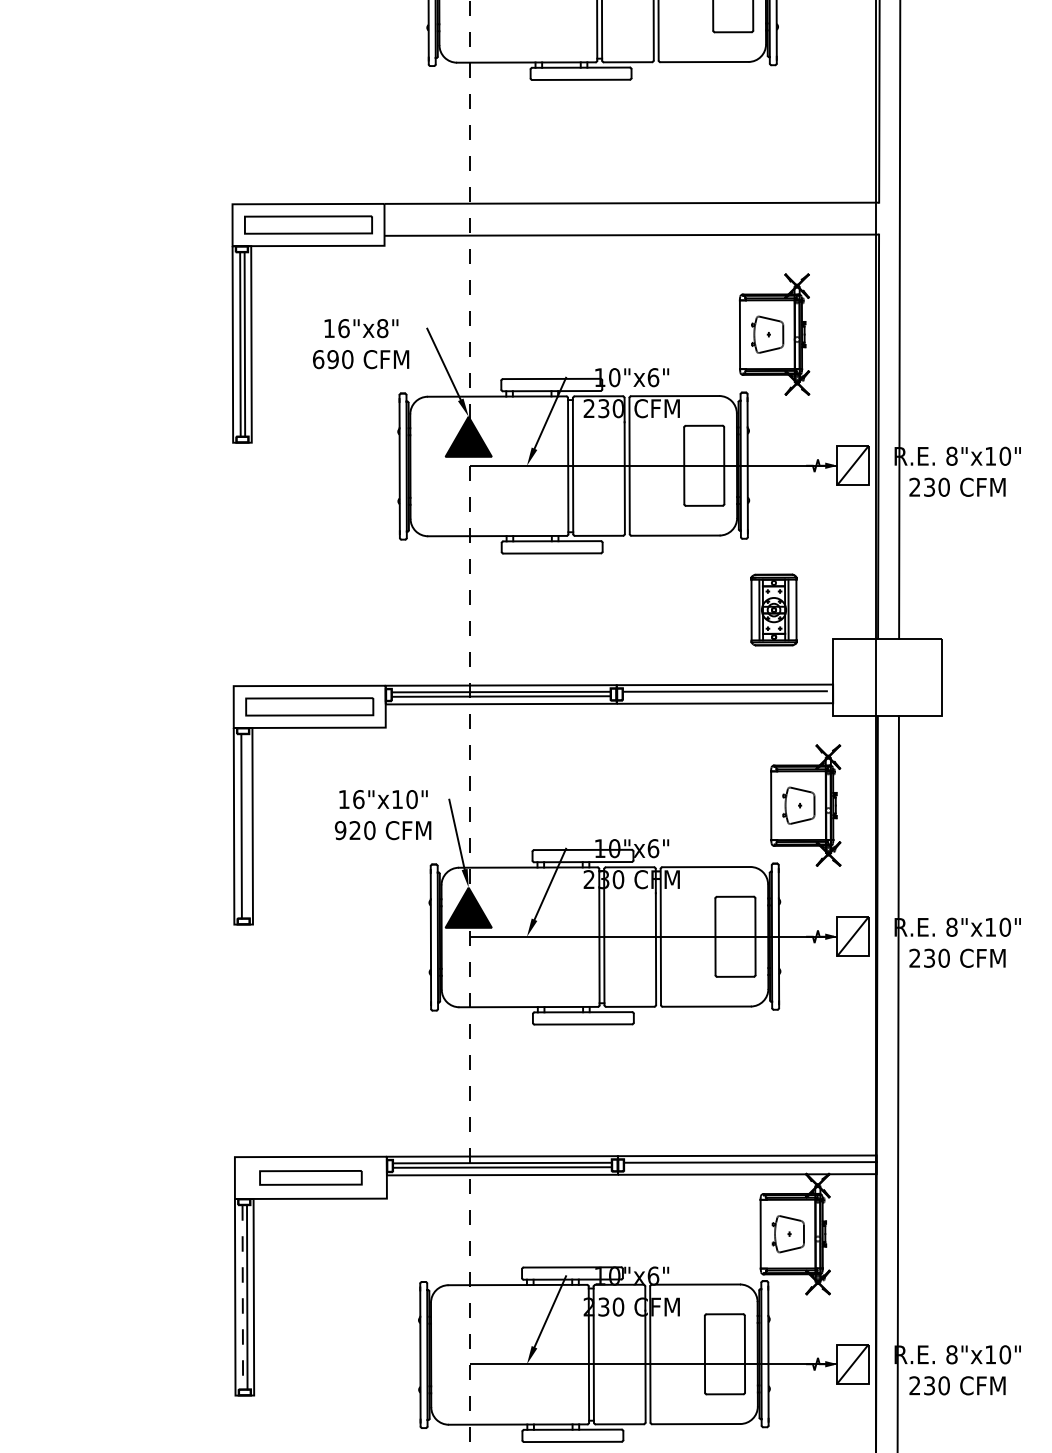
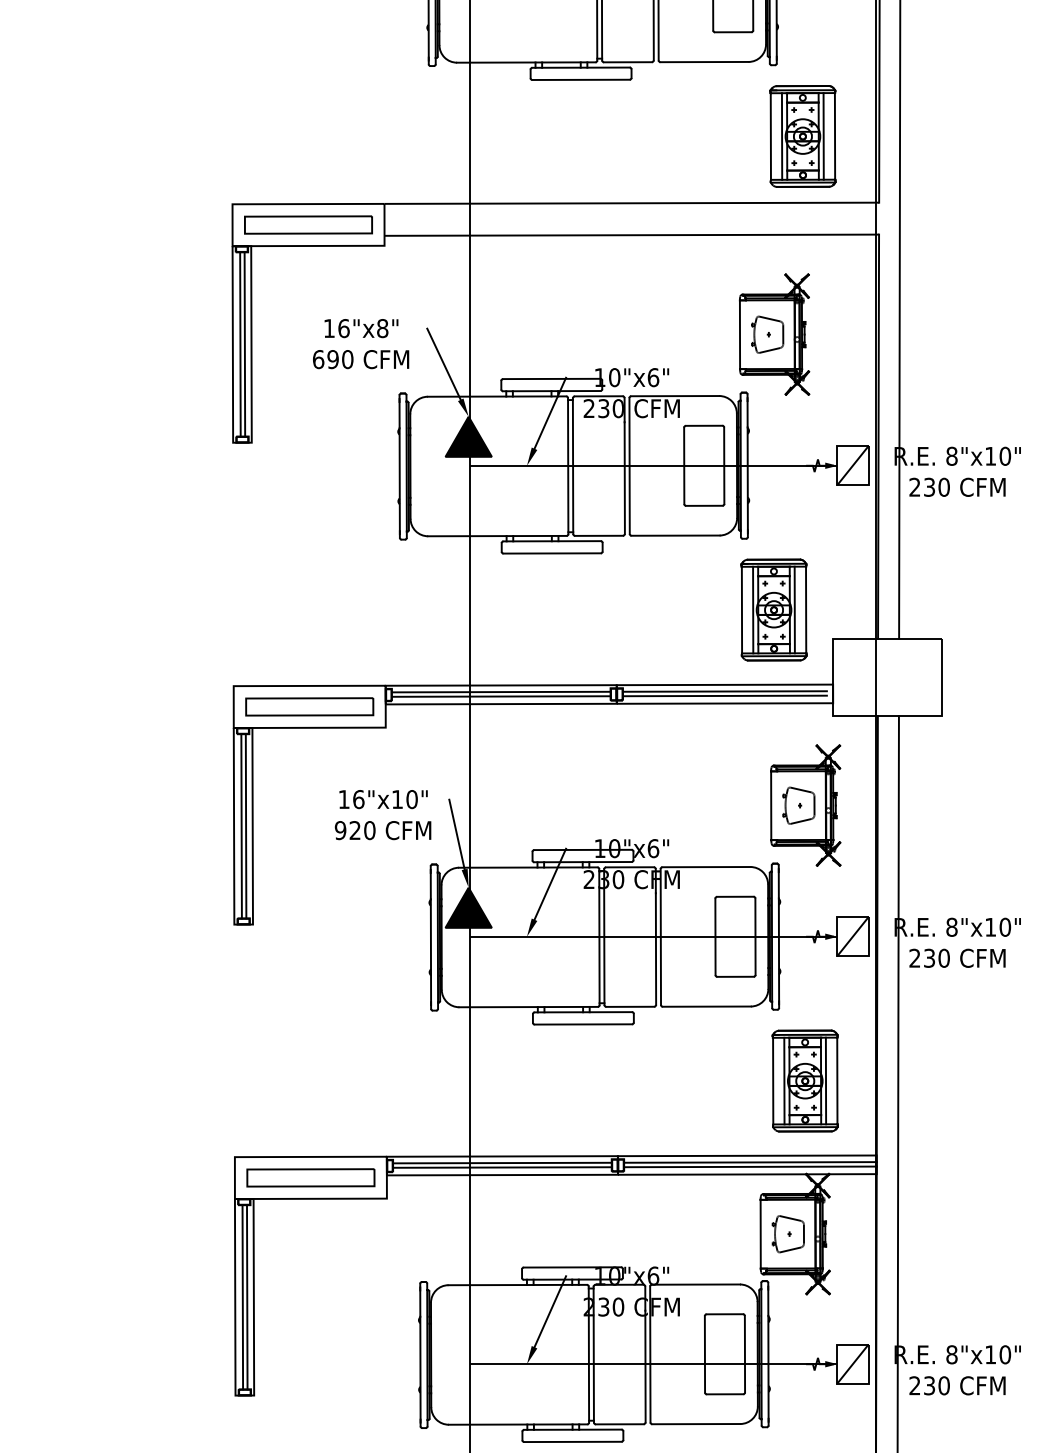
part at (802, 136): none -> present
part at (773, 609) size: 48x74 px -> 68x104 px
line at (724, 695): none -> present
line at (470, 726): dashed -> solid
line at (245, 826): none -> present
part at (804, 1080): none -> present
line at (750, 1166): none -> present
part at (310, 1177) size: 104x16 px -> 130x20 px
line at (242, 1297): dashed -> solid
